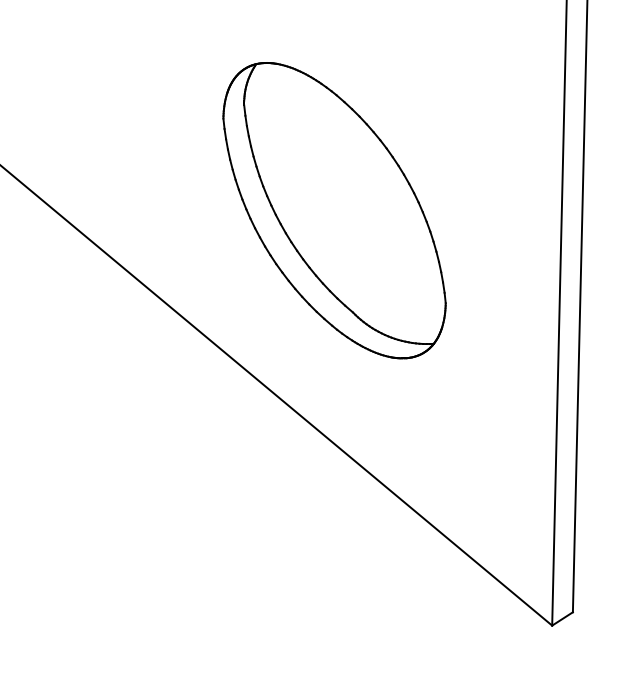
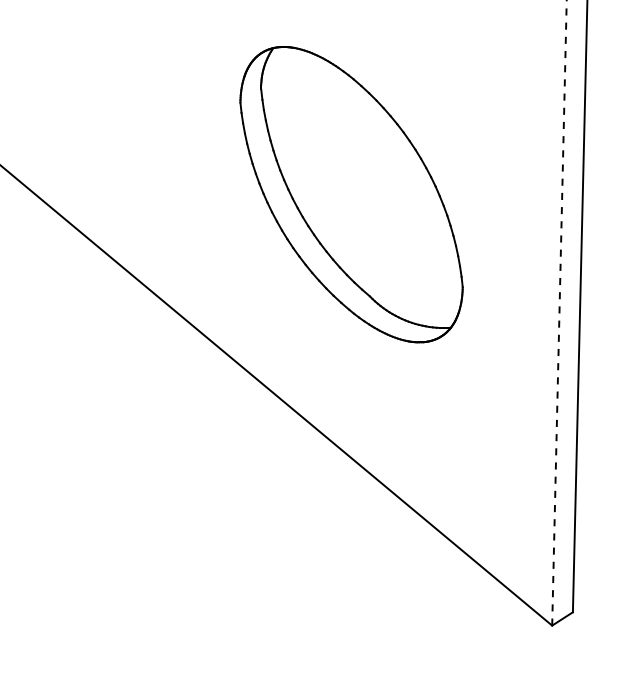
part at (334, 210) position: (334, 210) -> (351, 194)
line at (559, 312): solid -> dashed
